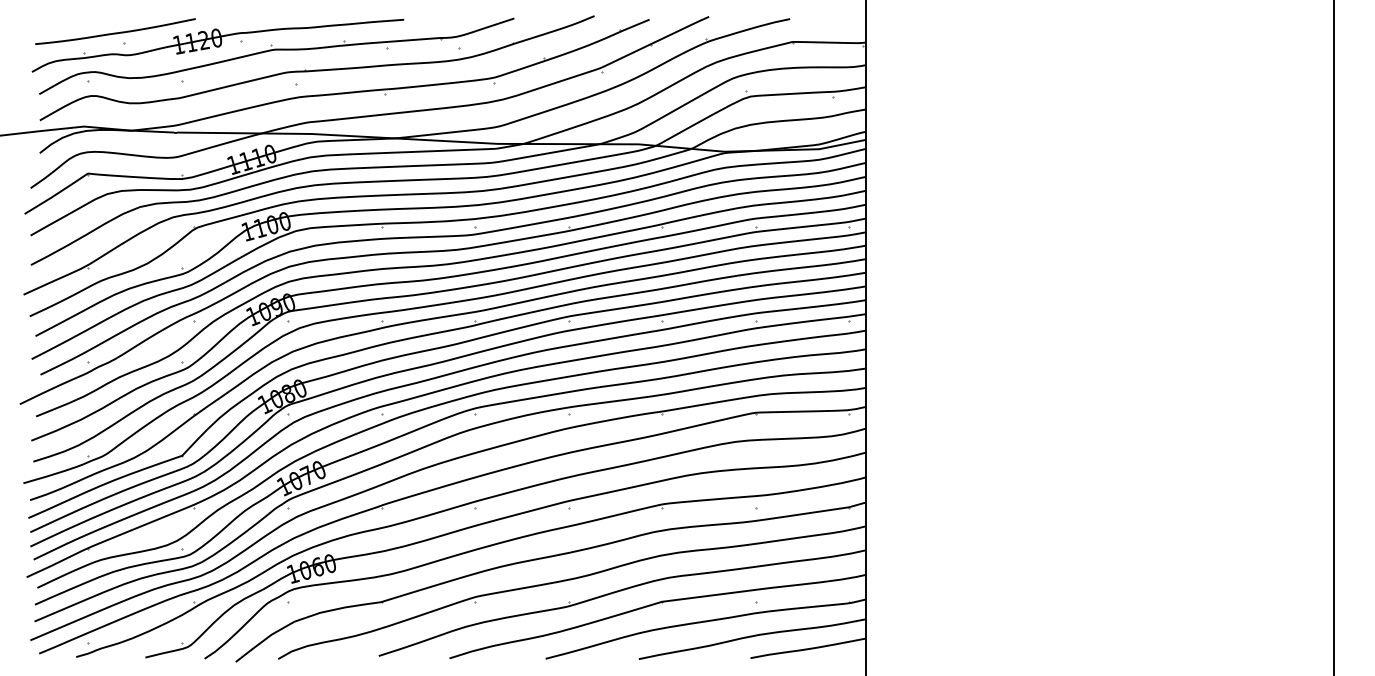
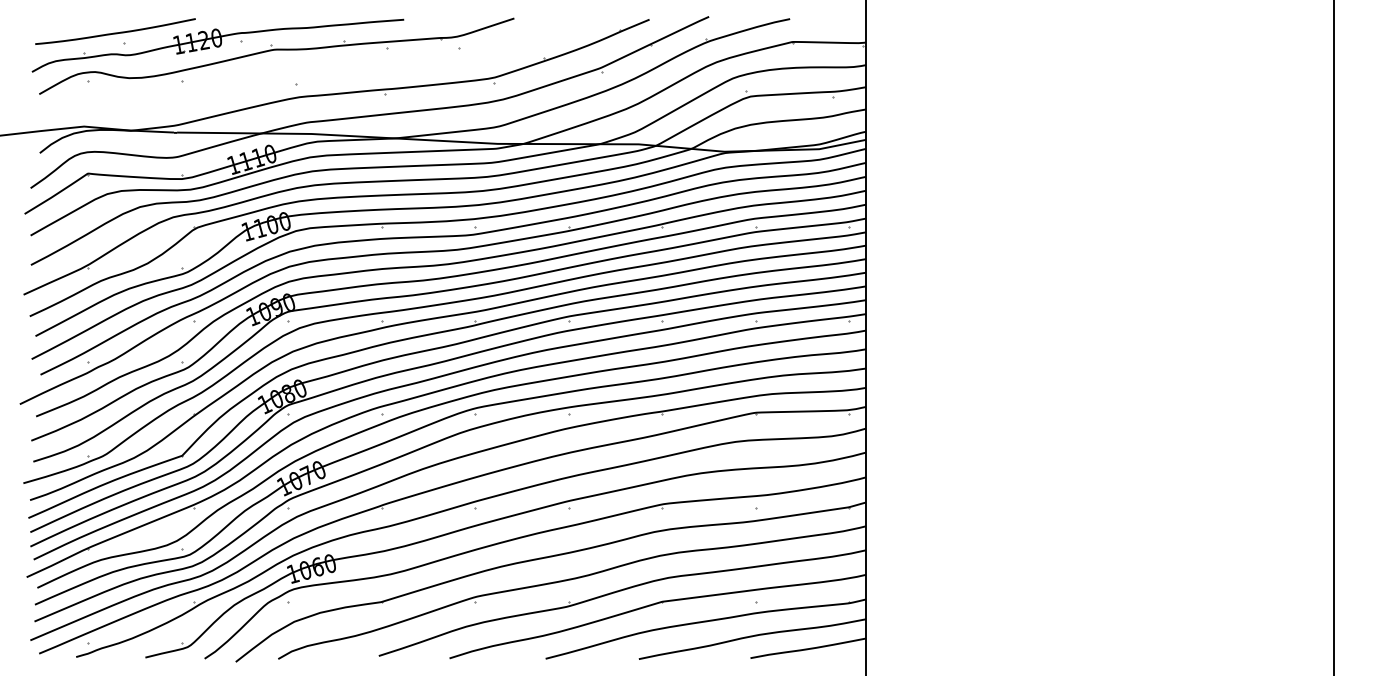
part at (316, 68): present -> none
